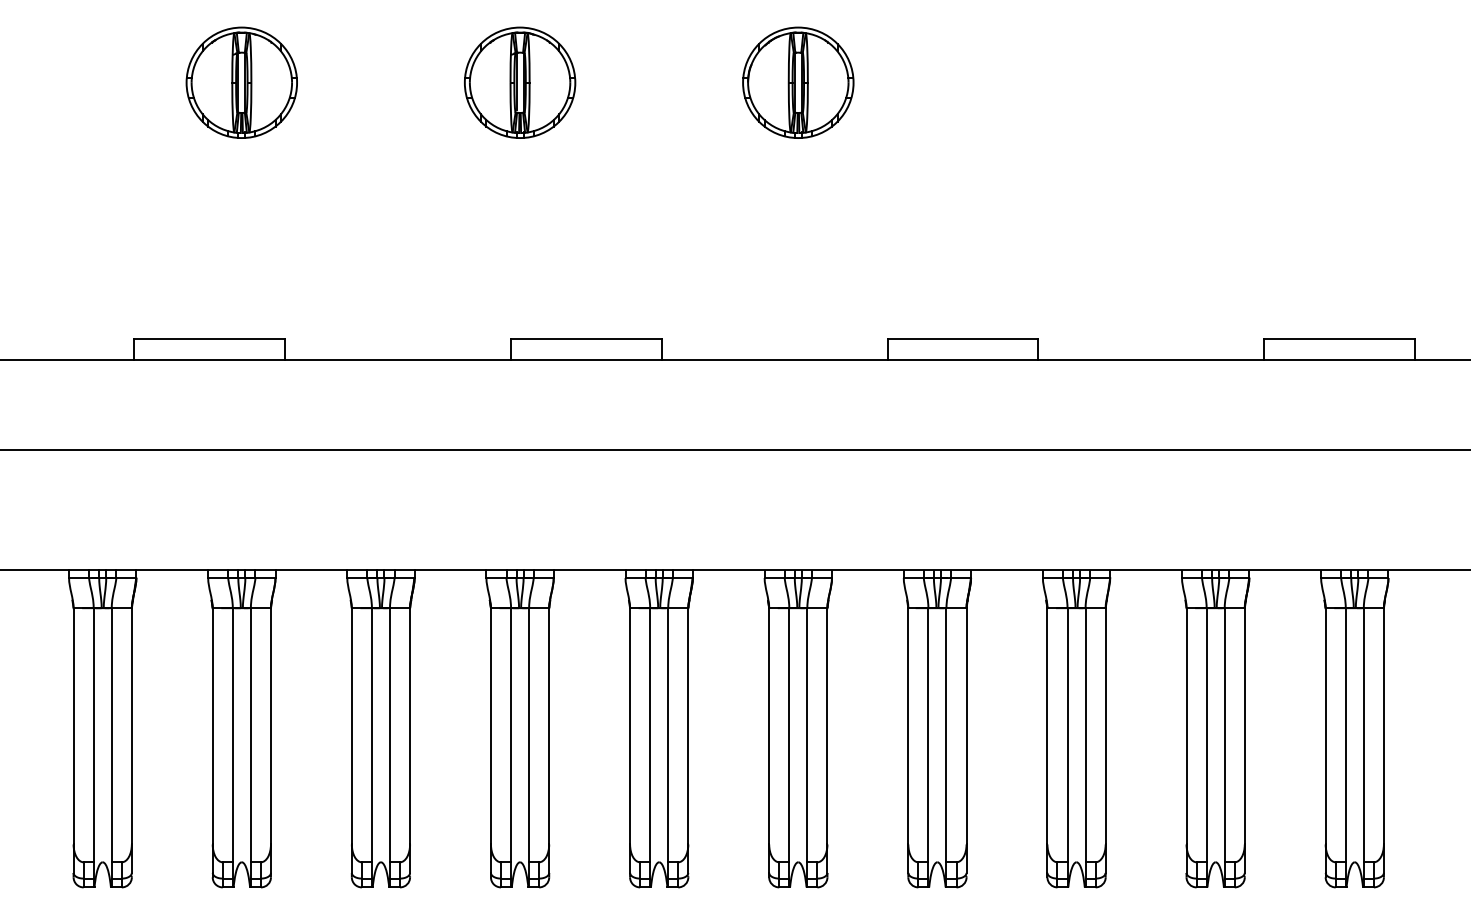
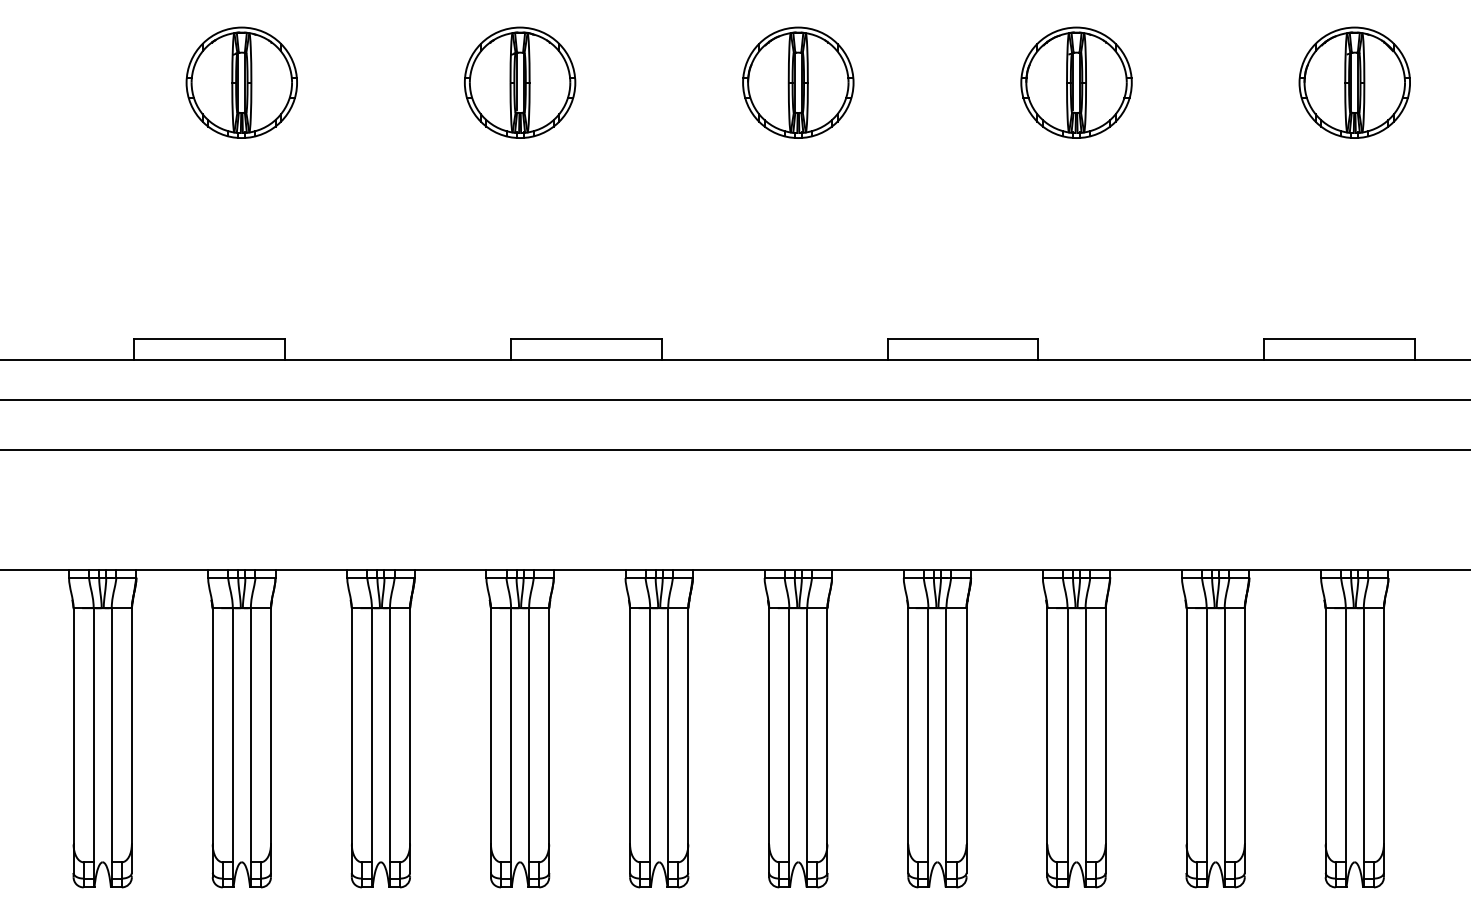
part at (1076, 82): none -> present
part at (1354, 82): none -> present
line at (734, 400): none -> present
